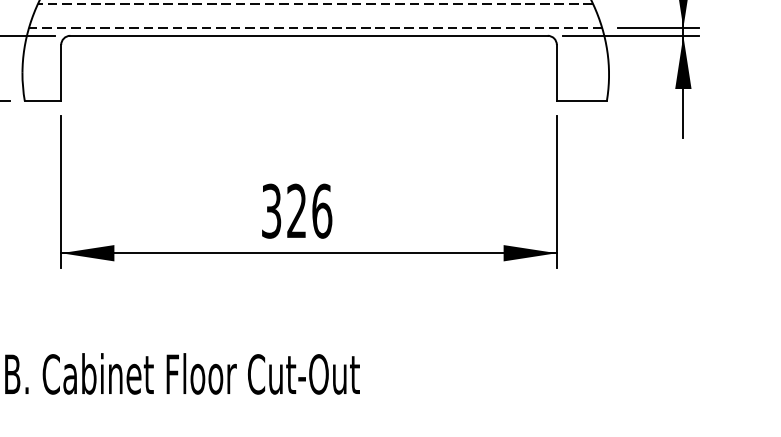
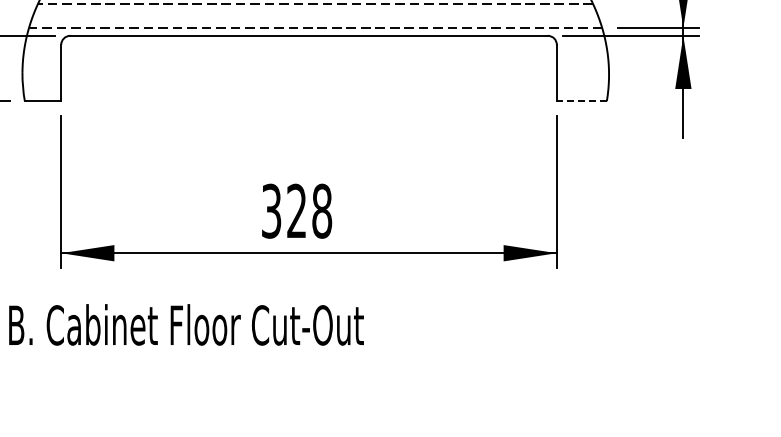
line at (581, 101): solid -> dashed
text at (322, 210): 326 -> 328
text at (182, 373) position: (182, 373) -> (186, 324)
